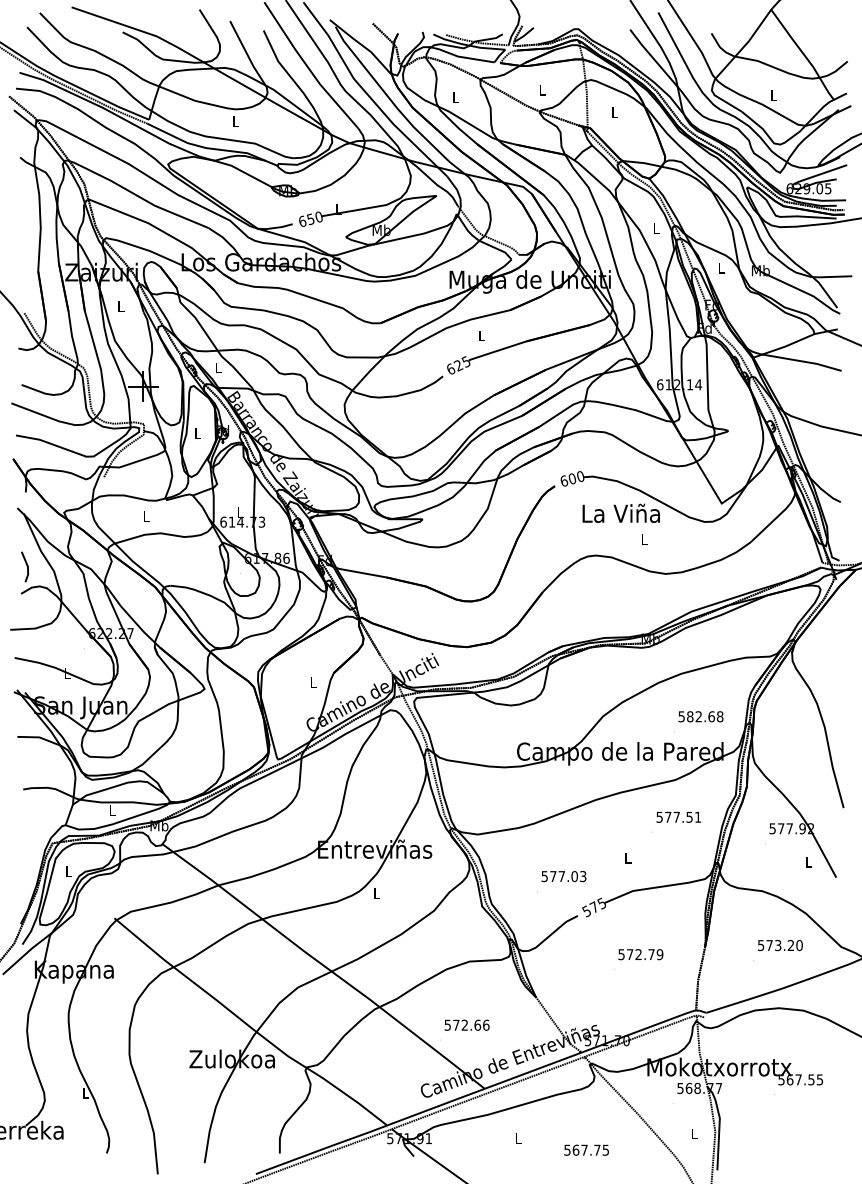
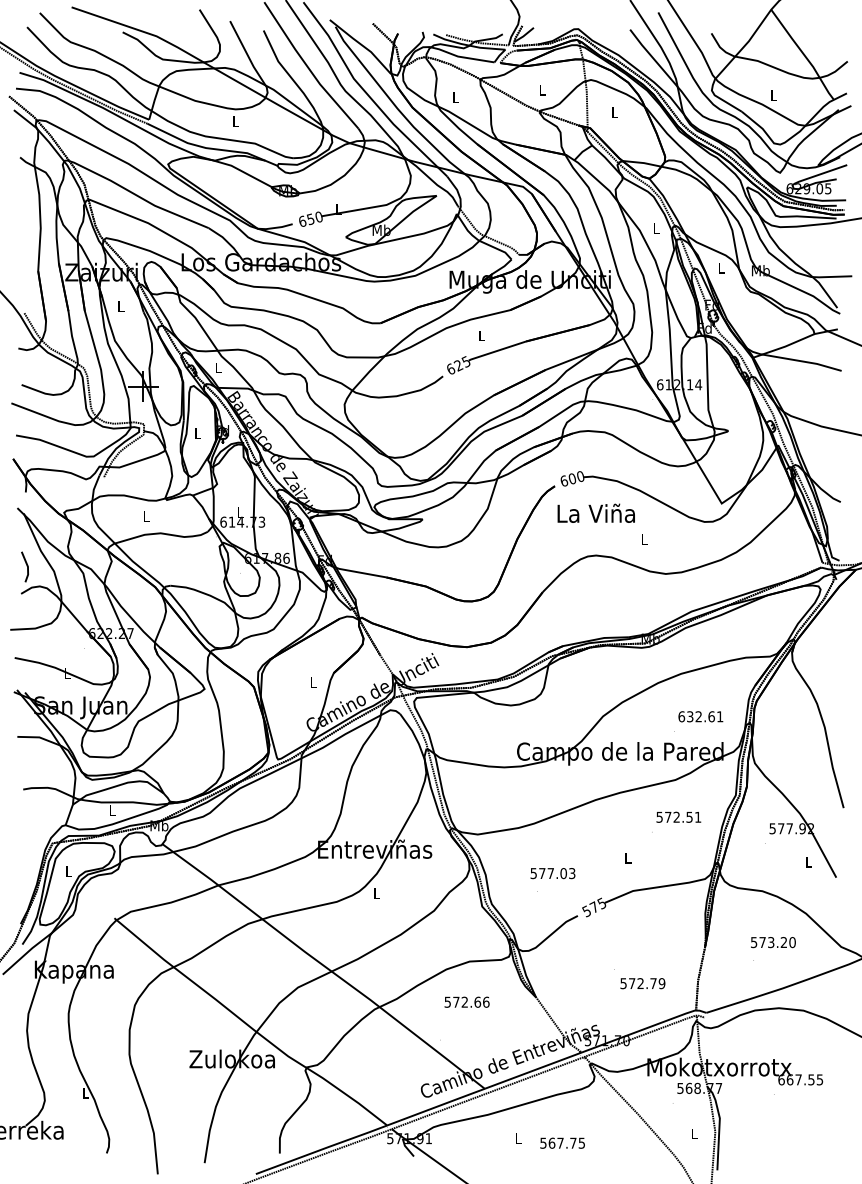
text at (620, 512) position: (620, 512) -> (595, 512)
text at (700, 716): 582.68 -> 632.61
text at (676, 816): 577.51 -> 572.51
text at (563, 876) position: (563, 876) -> (552, 873)
text at (780, 945) position: (780, 945) -> (773, 942)
text at (640, 954) position: (640, 954) -> (642, 983)
text at (466, 1024) position: (466, 1024) -> (466, 1001)
text at (781, 1079): 567.55 -> 667.55
text at (586, 1149) position: (586, 1149) -> (562, 1142)
